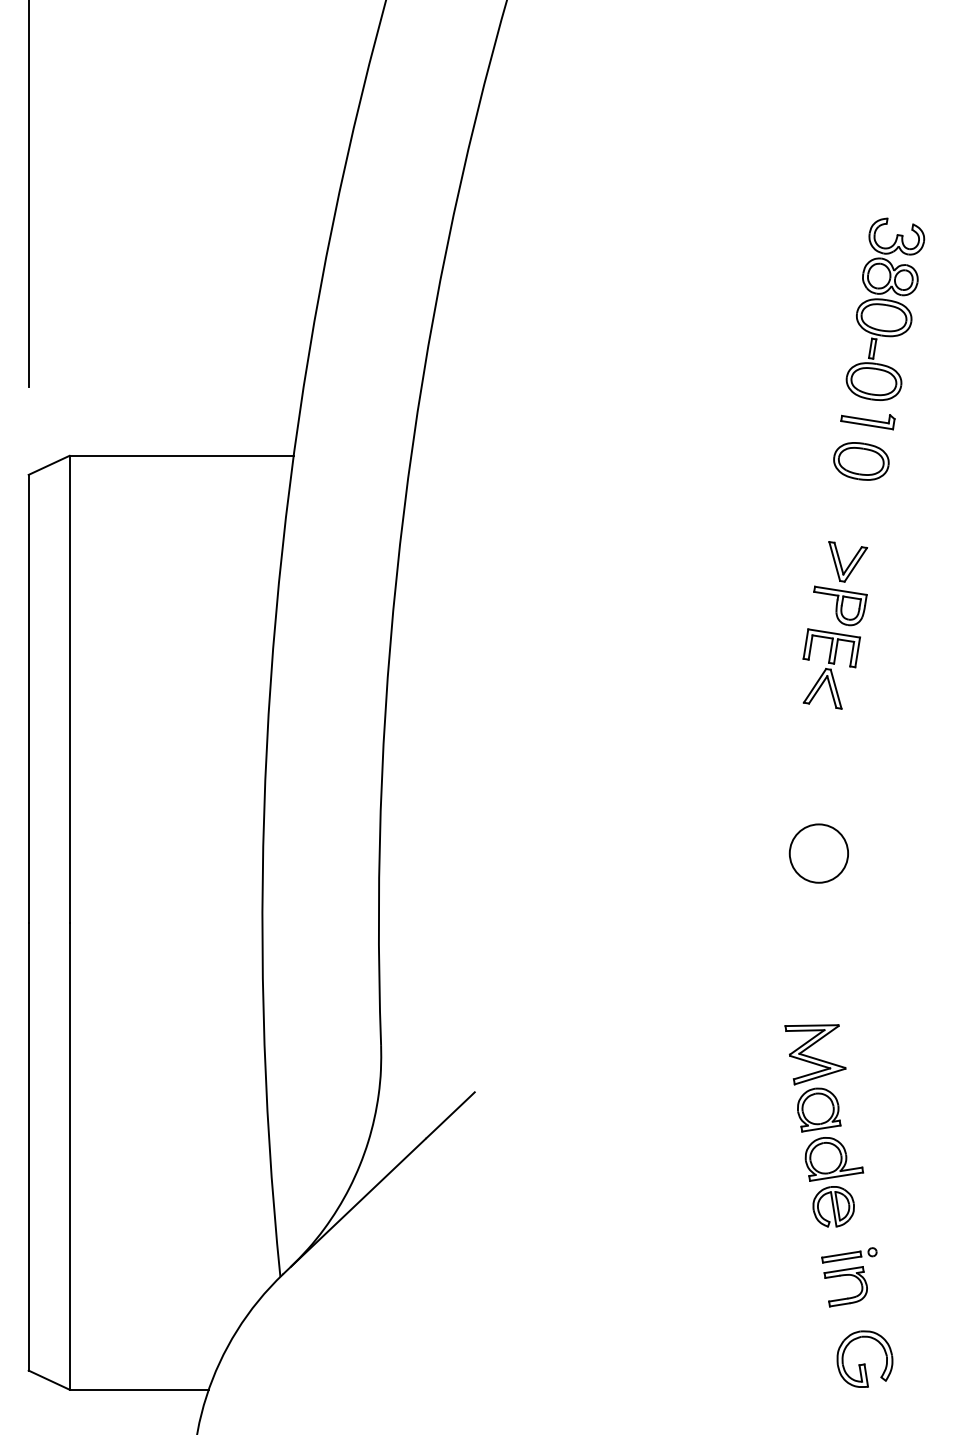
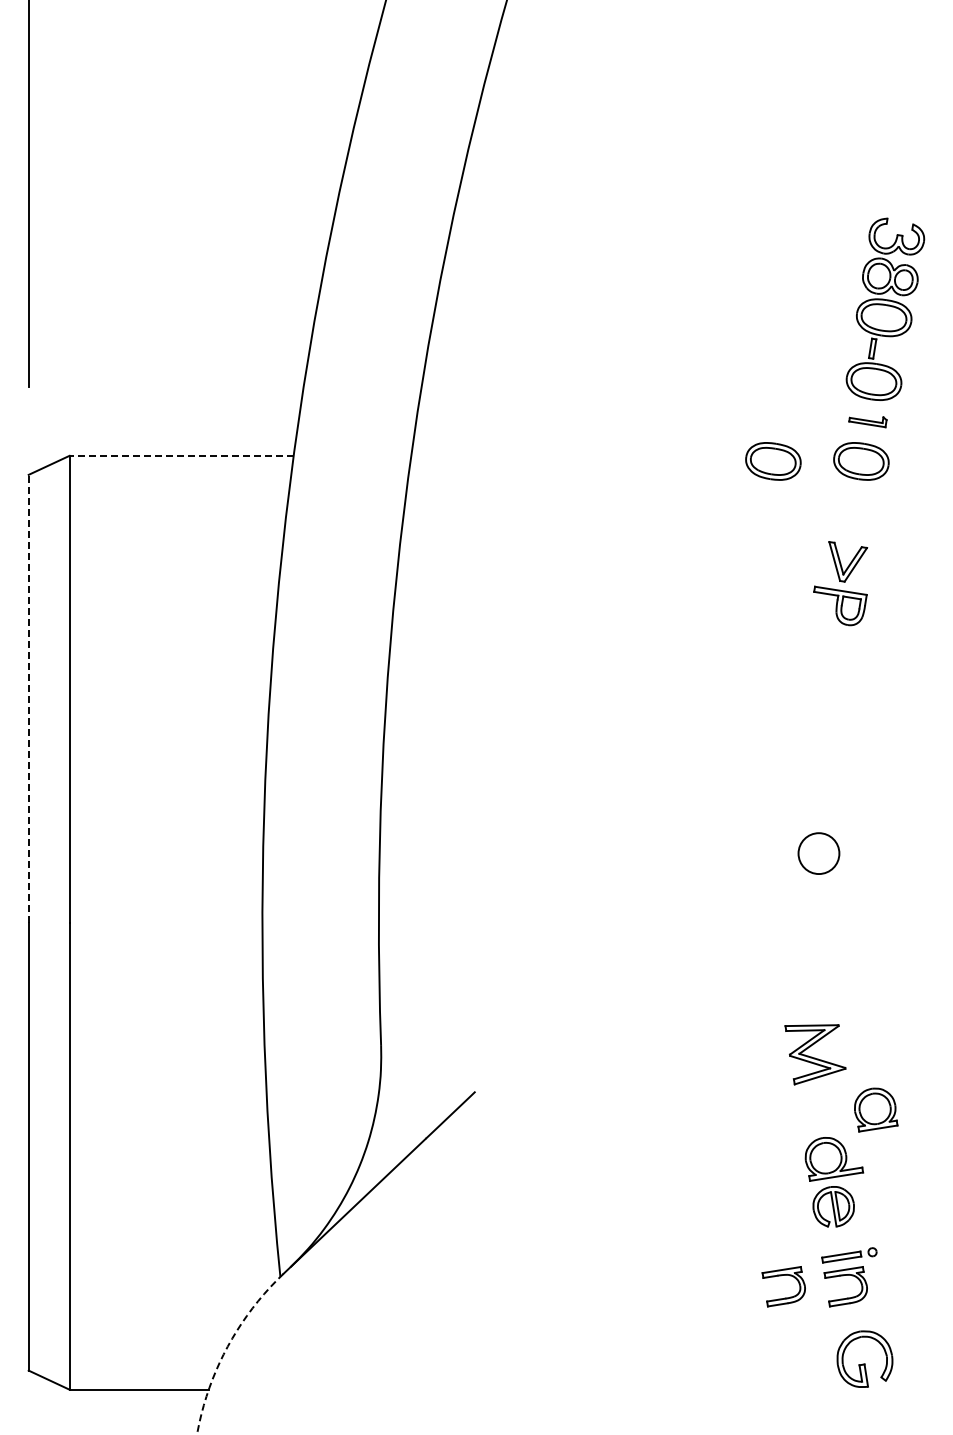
part at (867, 422) size: 56x17 px -> 40x13 px
line at (181, 455): solid -> dashed
part at (773, 461): none -> present
part at (831, 668): present -> none
line at (28, 698): solid -> dashed
circle at (818, 853) diameter: 58 px -> 41 px
part at (819, 1109) position: (819, 1109) -> (876, 1109)
part at (781, 1276): none -> present
arc at (226, 1348): solid -> dashed
